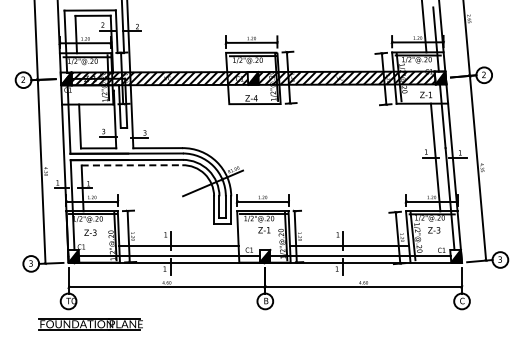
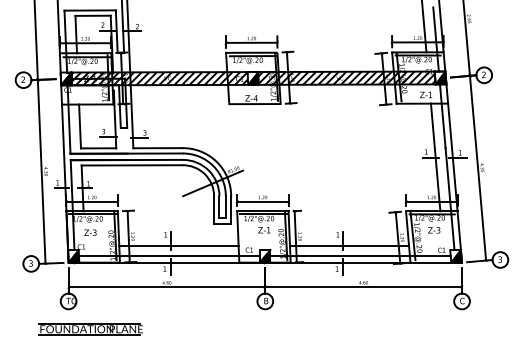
line at (132, 165): dashed -> solid
part at (90, 324) position: (90, 324) -> (90, 329)
